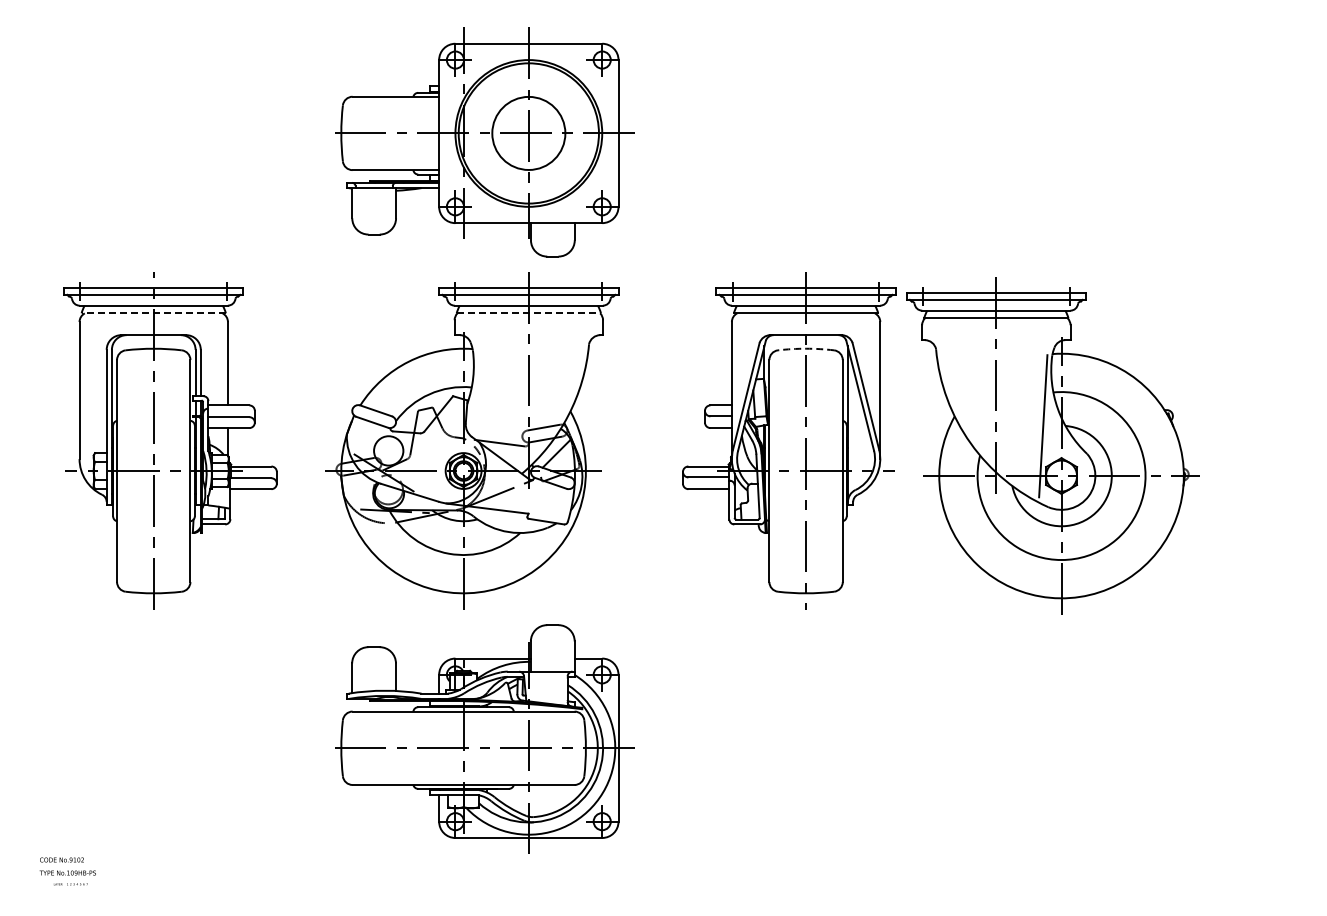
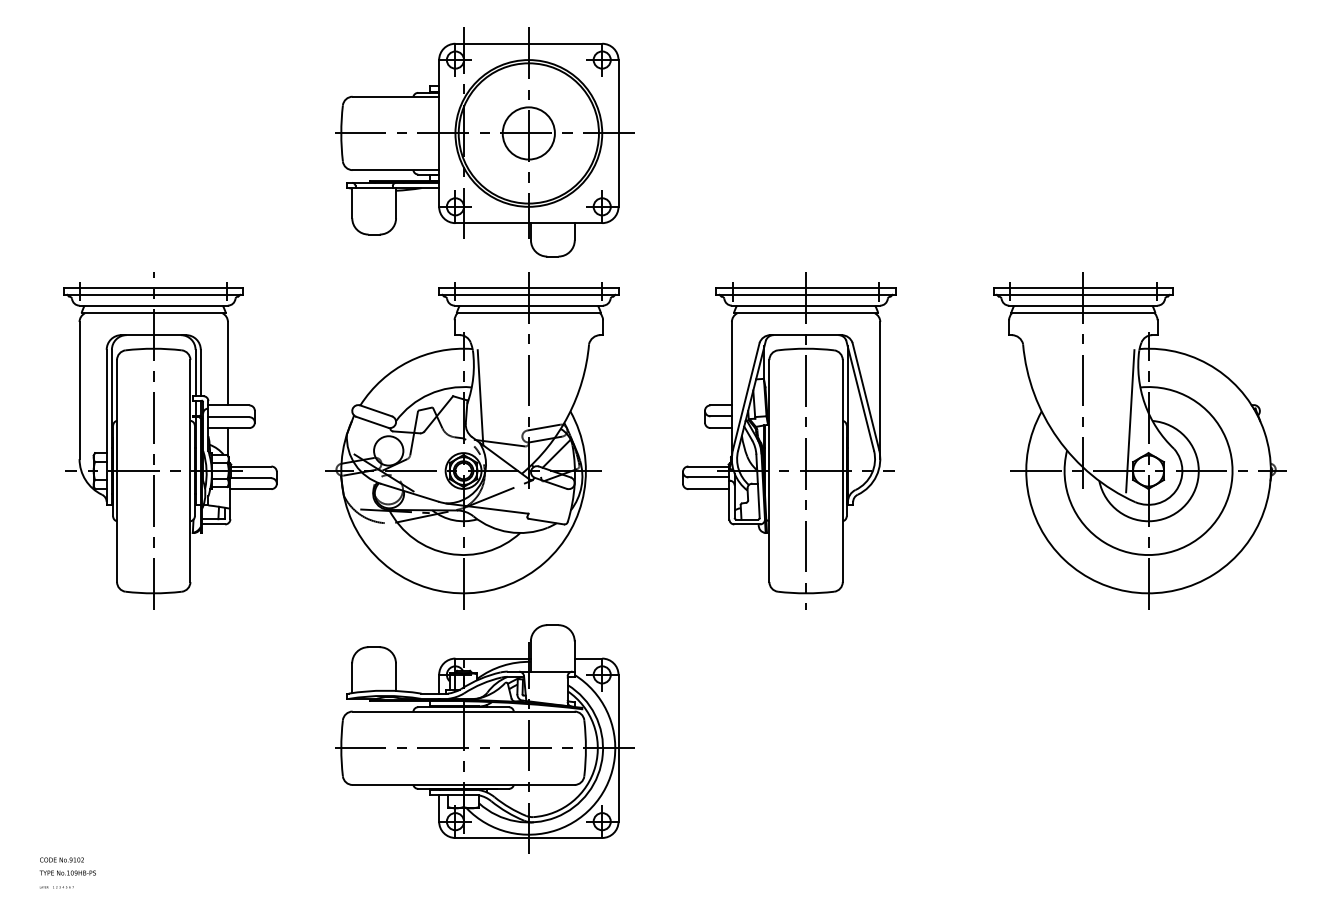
circle at (528, 132) diameter: 73 px -> 52 px
line at (153, 313): dashed -> solid
line at (529, 313): dashed -> solid
arc at (806, 348): dashed -> solid
line at (480, 397): none -> present
part at (1052, 445) position: (1052, 445) -> (1139, 440)
text at (70, 884) position: (70, 884) -> (56, 887)
